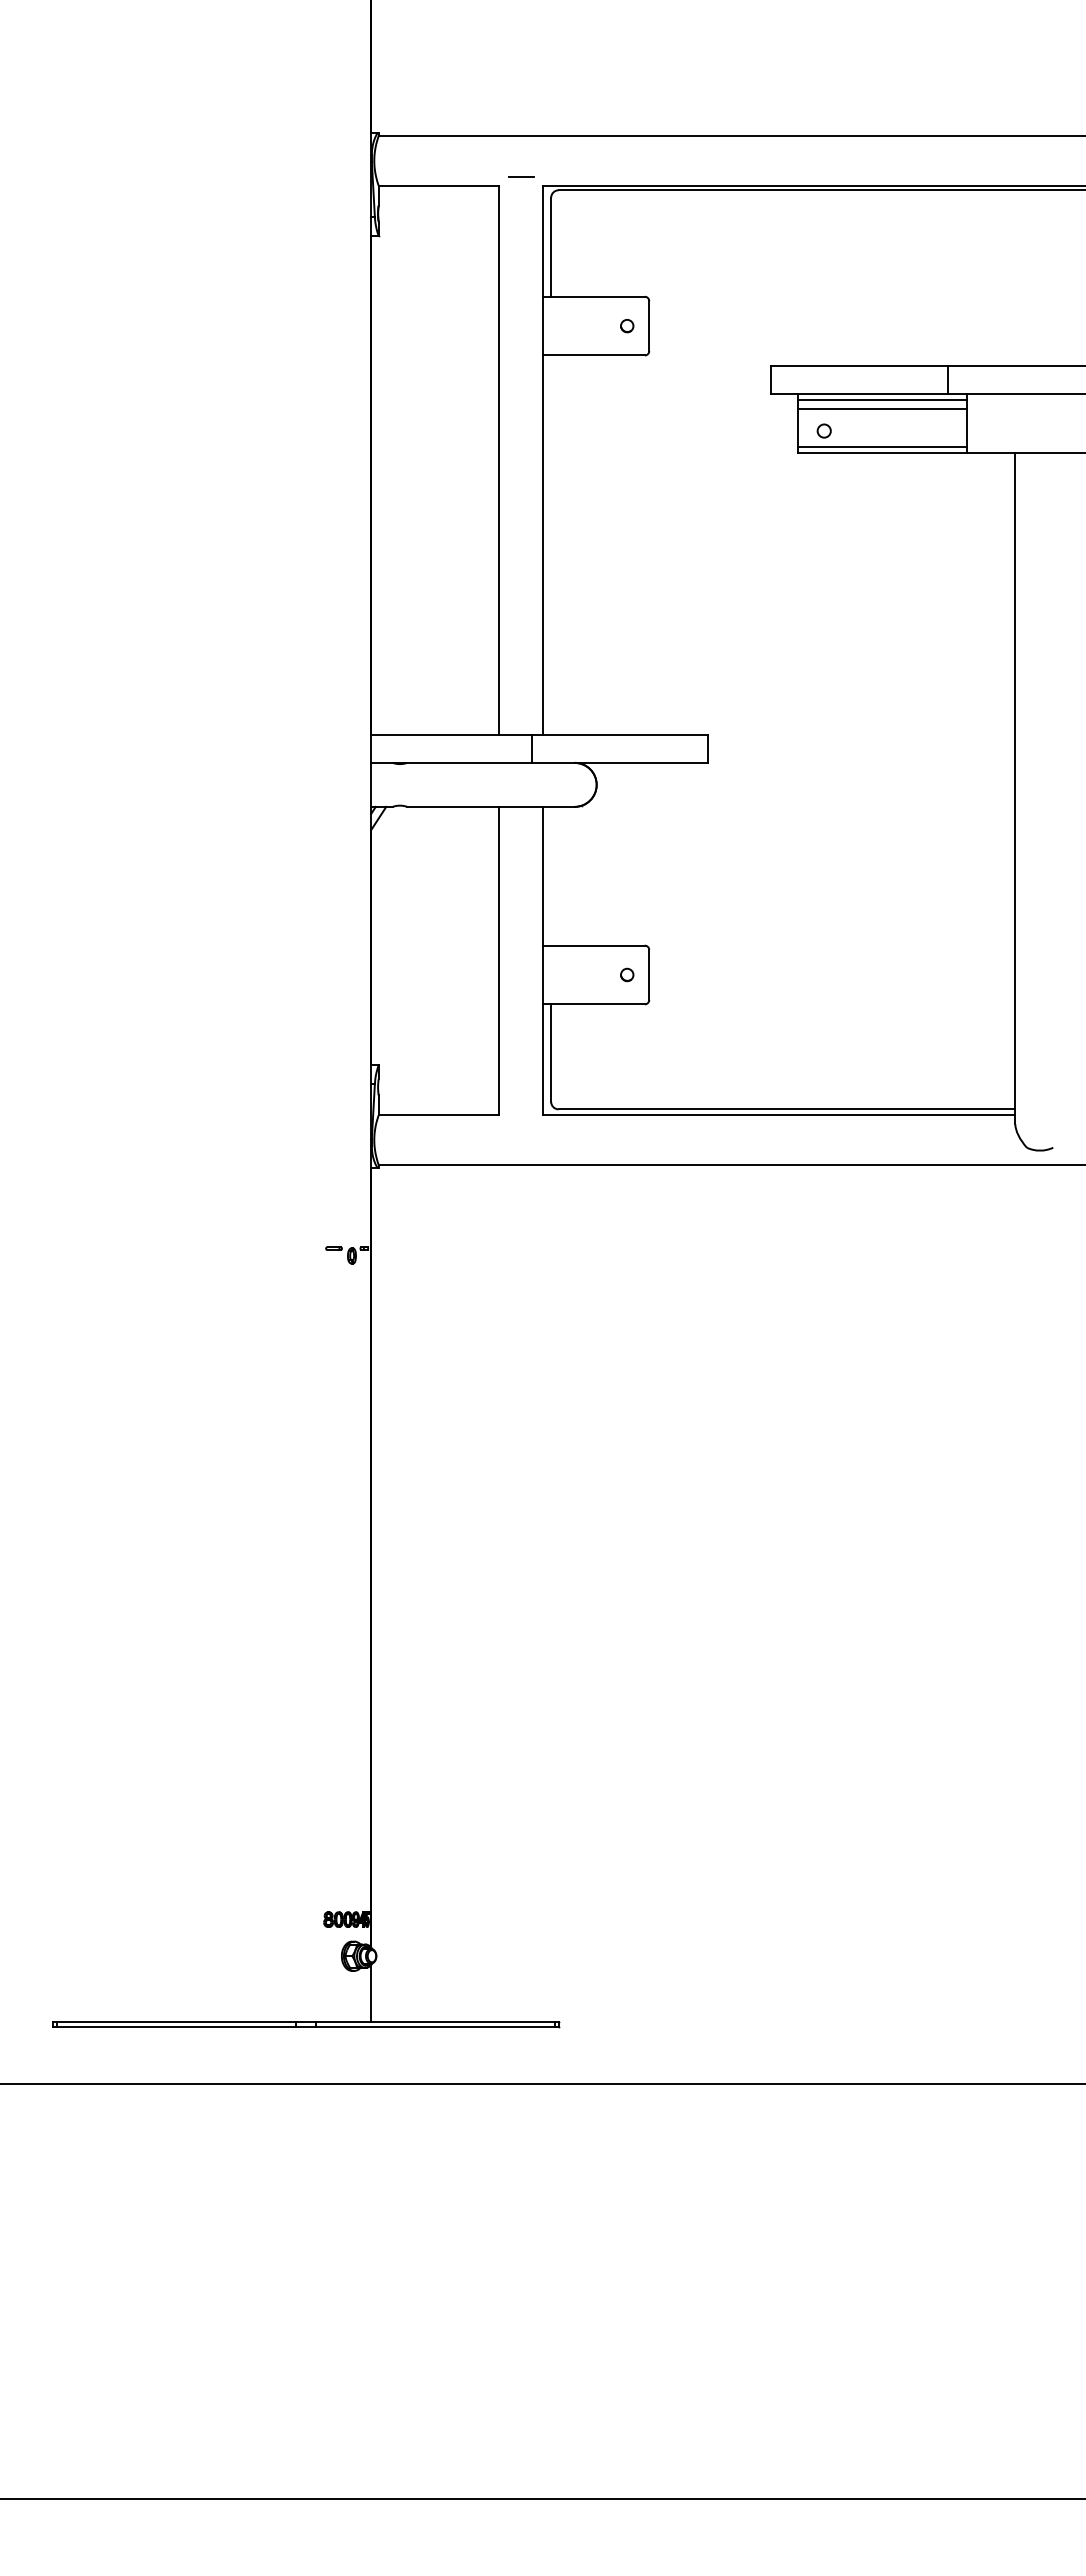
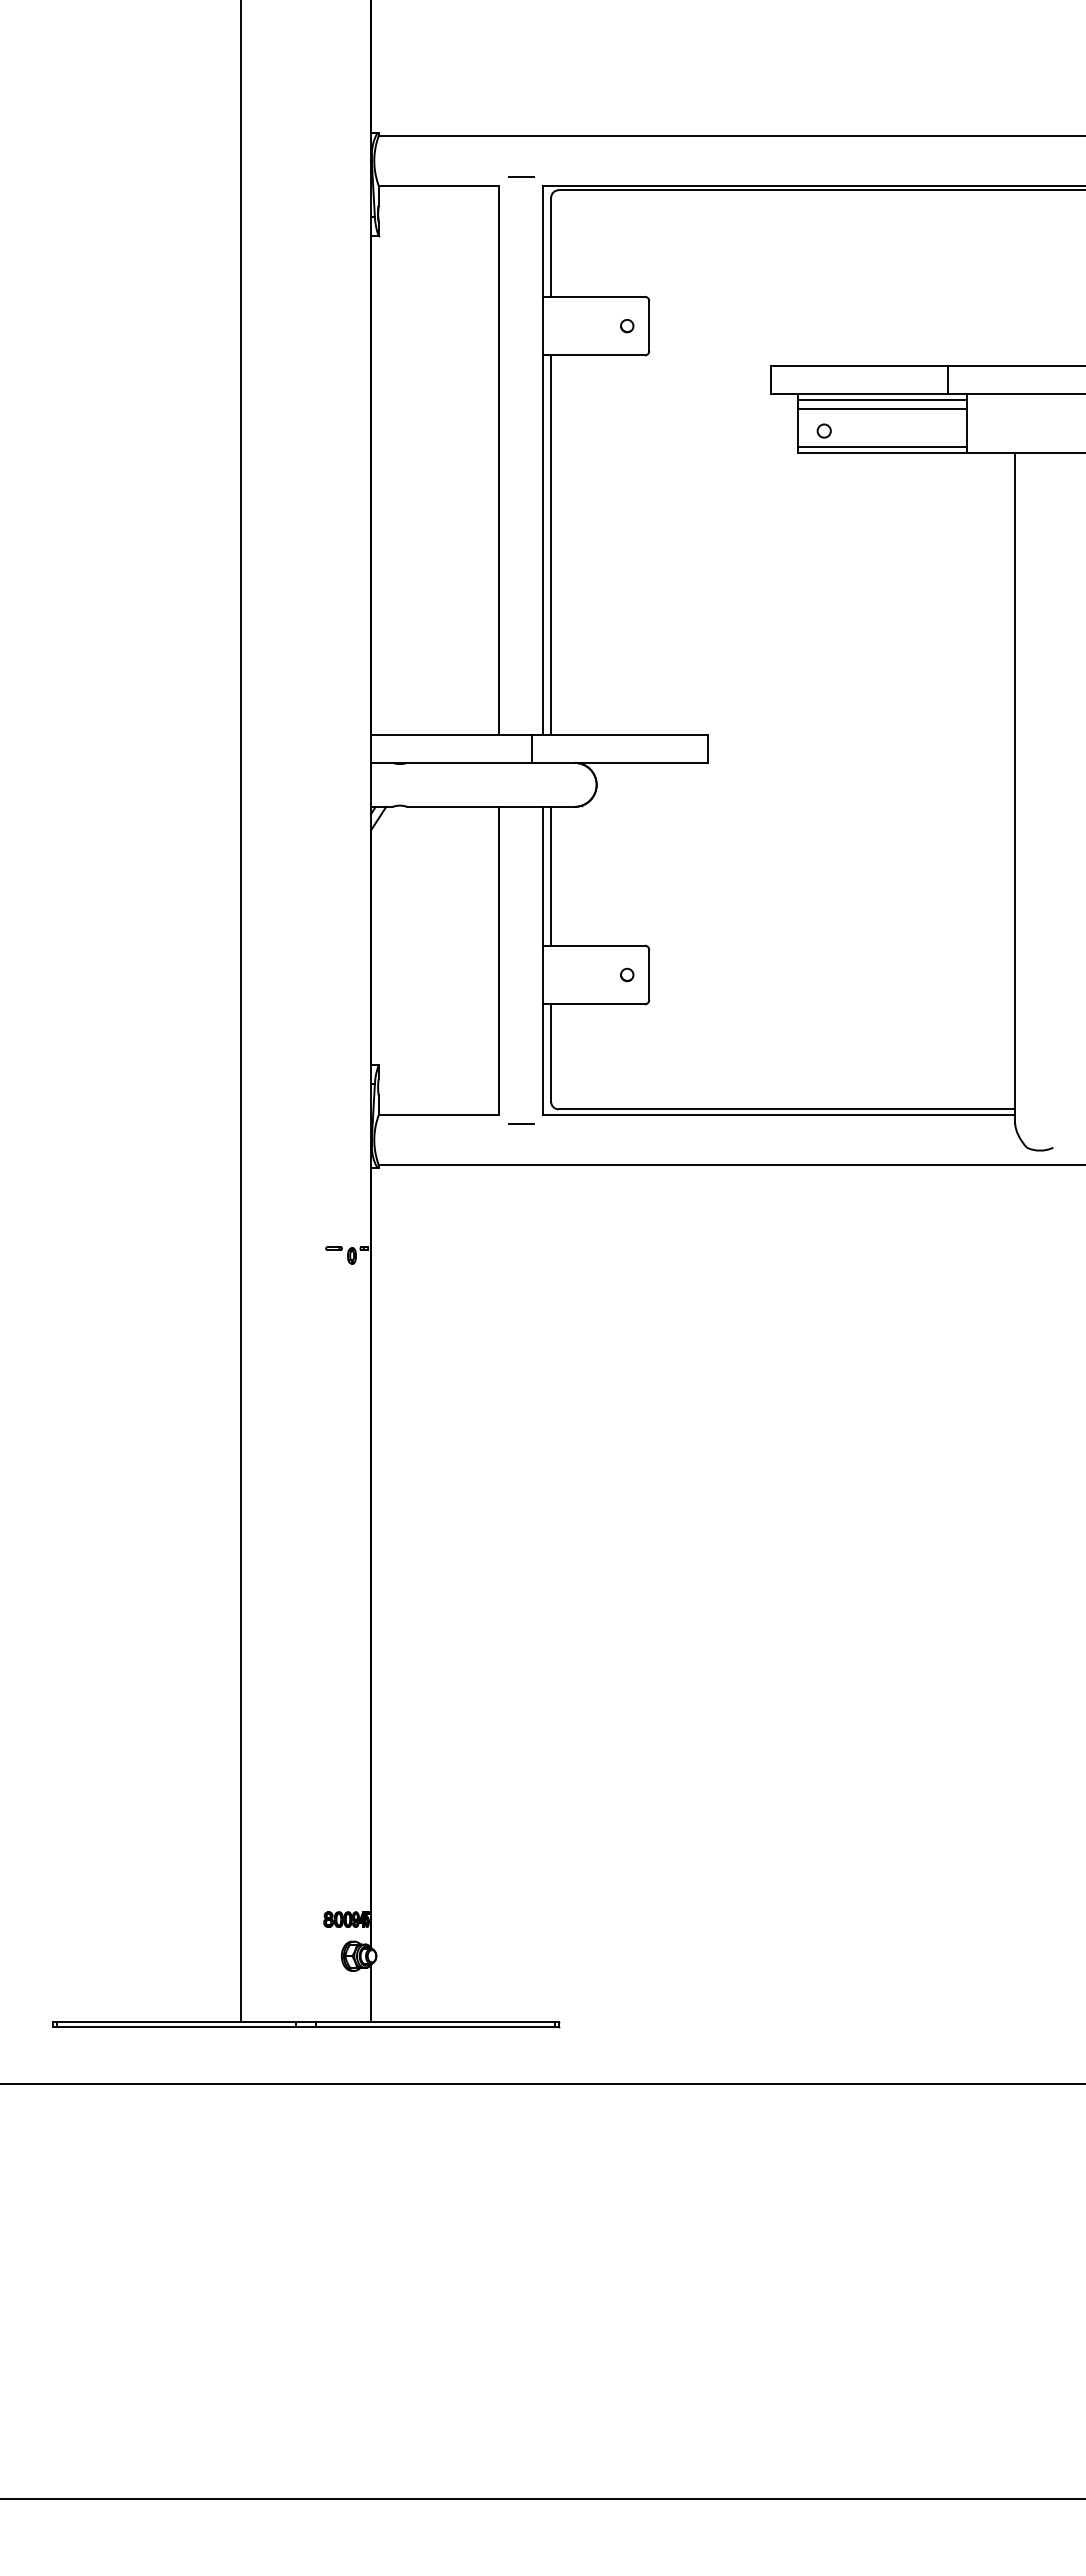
line at (551, 544): none -> present
line at (551, 875): none -> present
line at (240, 1012): none -> present
line at (520, 1123): none -> present
